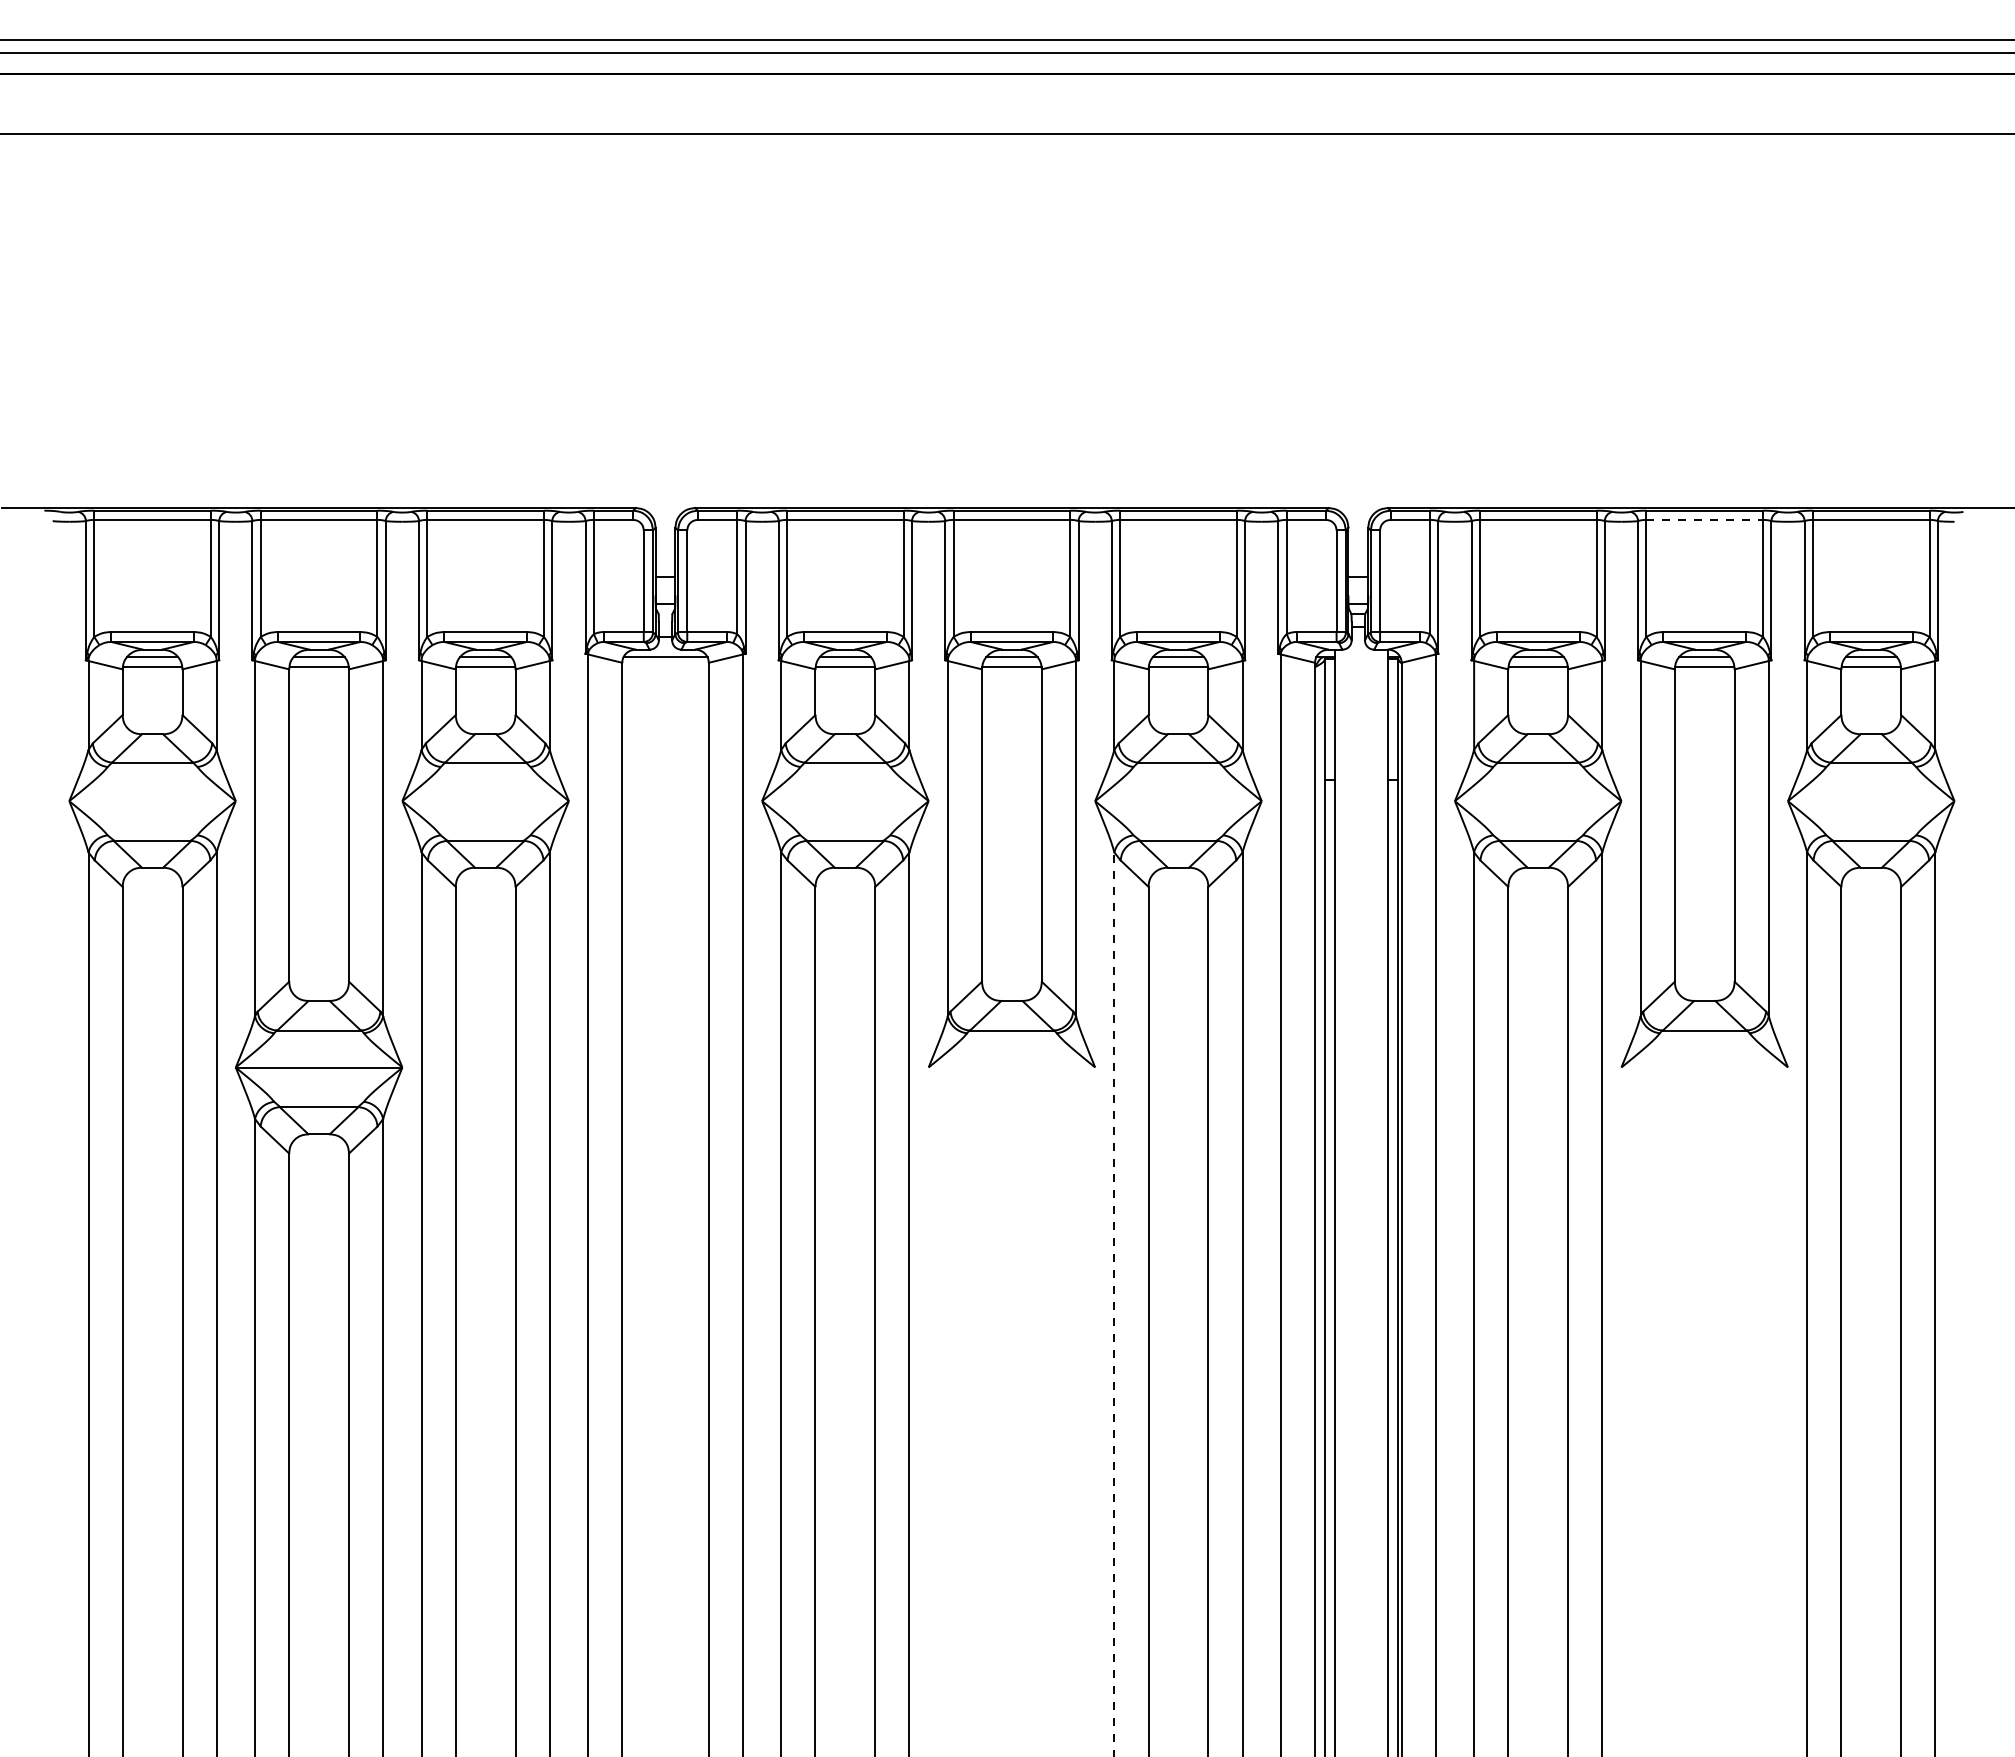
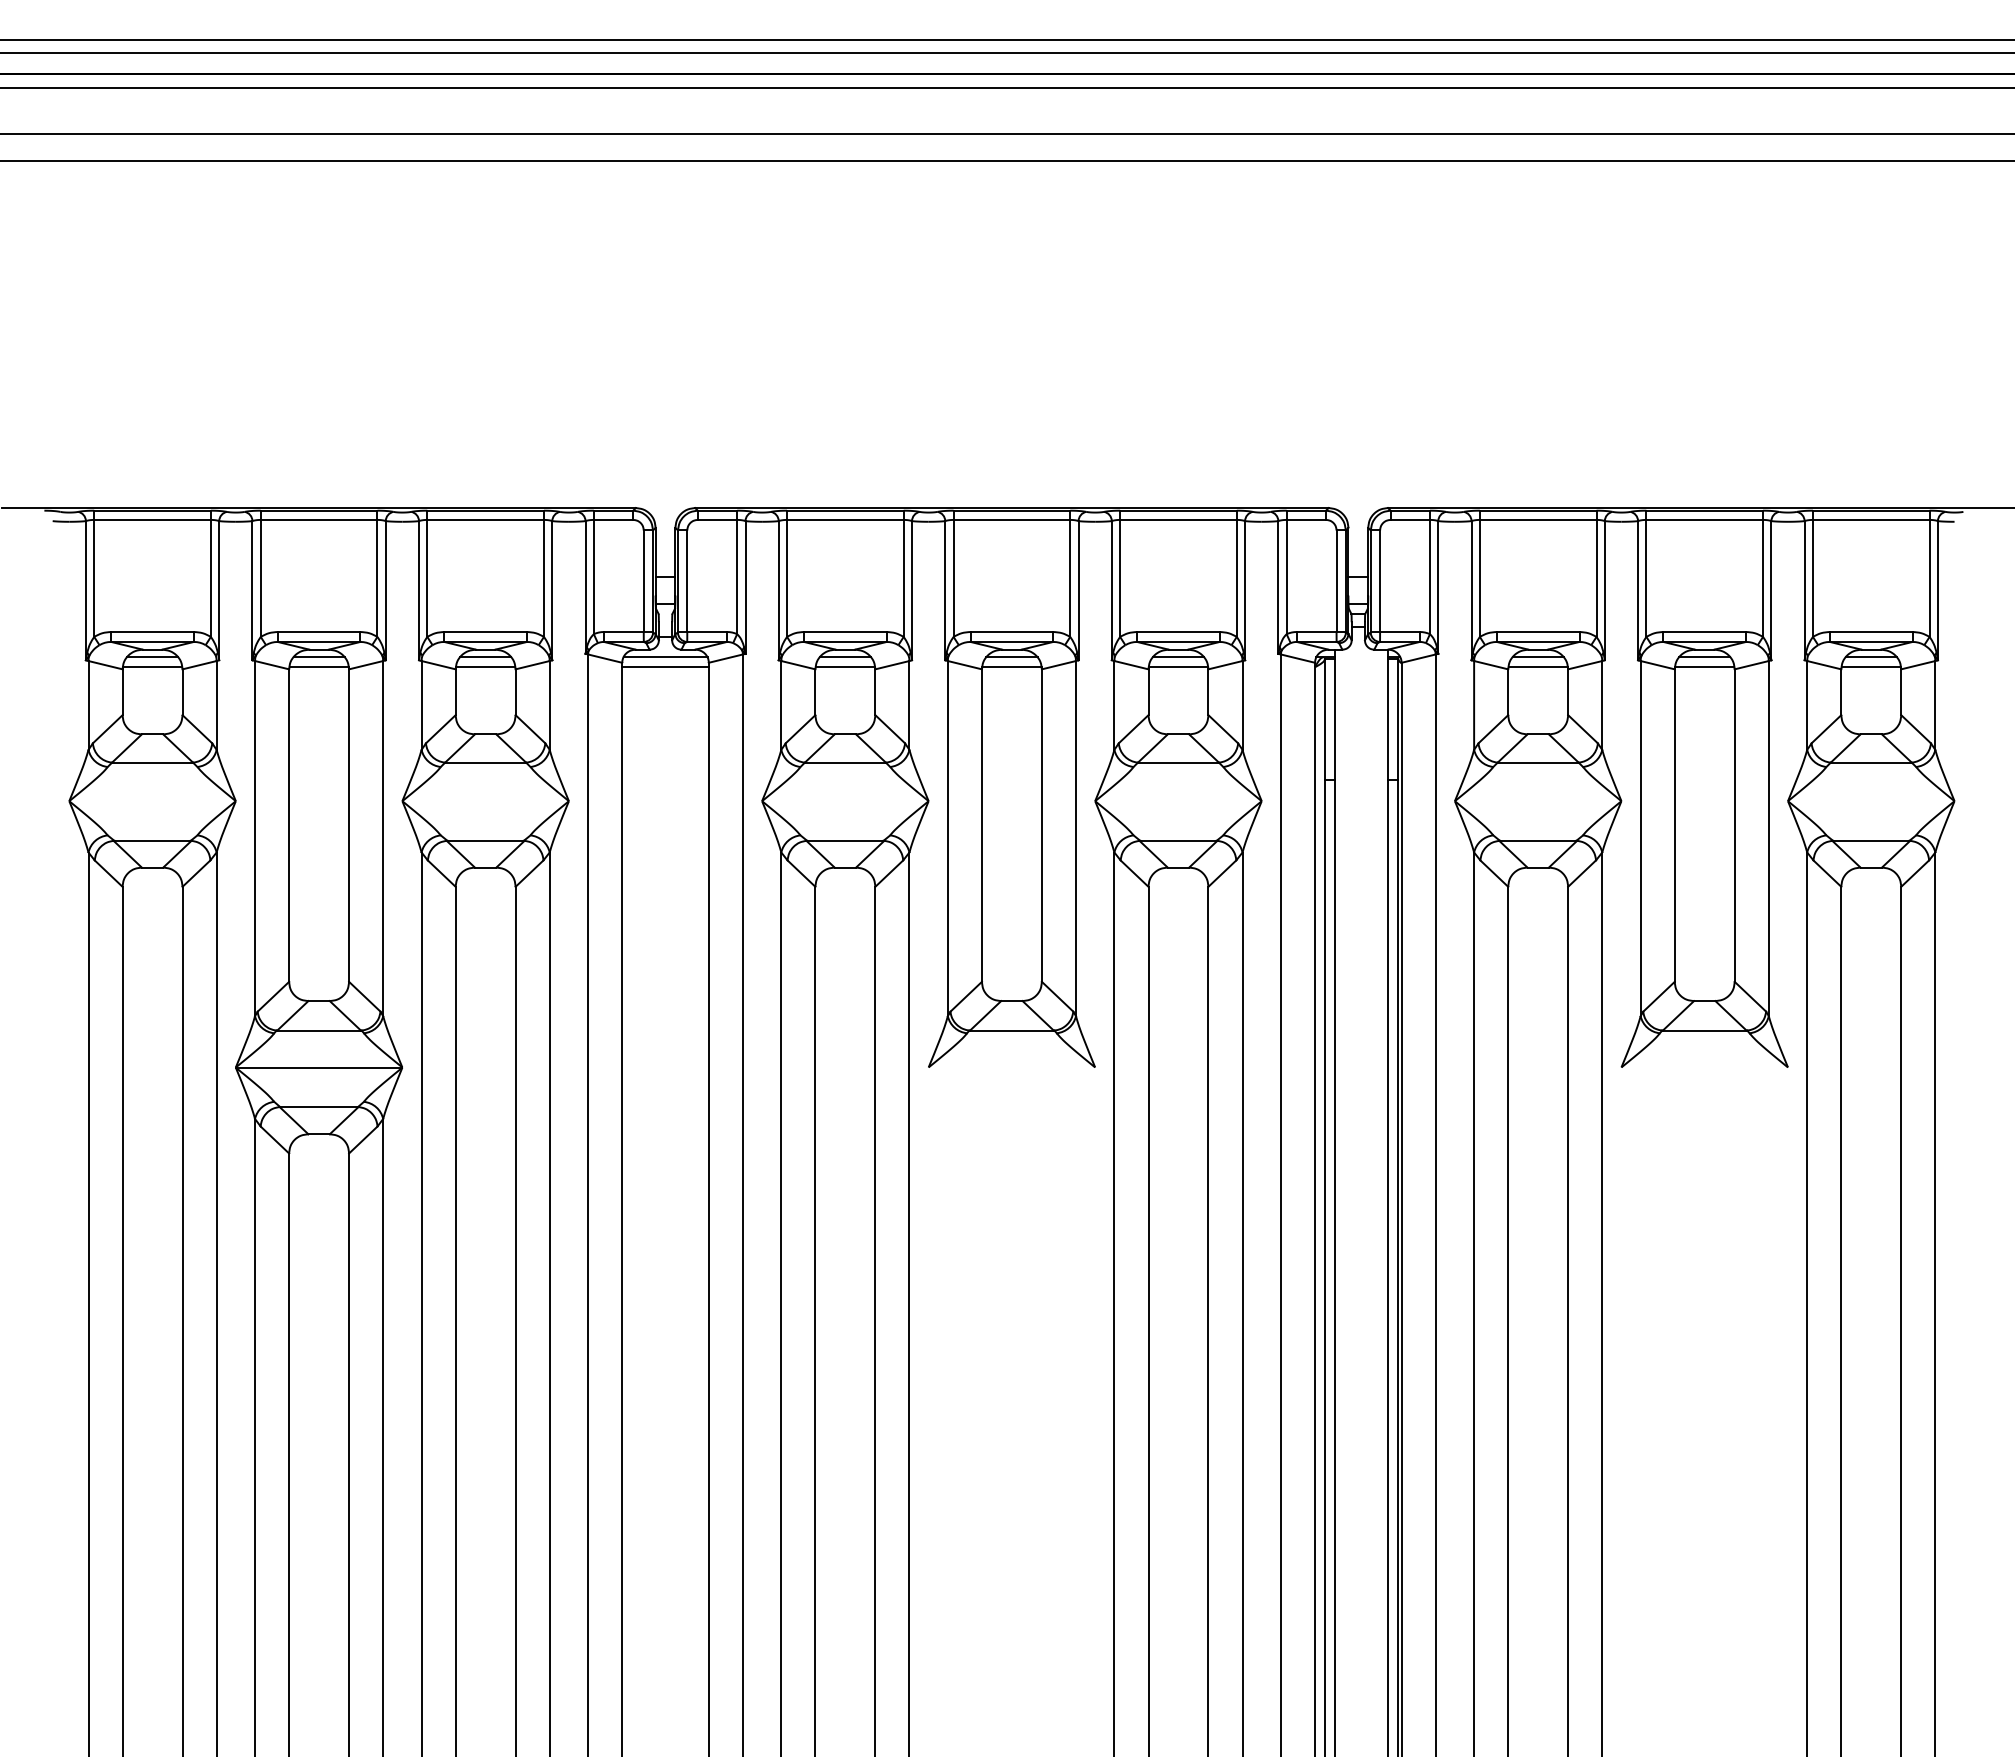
line at (1006, 87): none -> present
line at (1006, 160): none -> present
line at (1705, 519): dashed -> solid
line at (665, 667): none -> present
line at (1114, 1304): dashed -> solid
